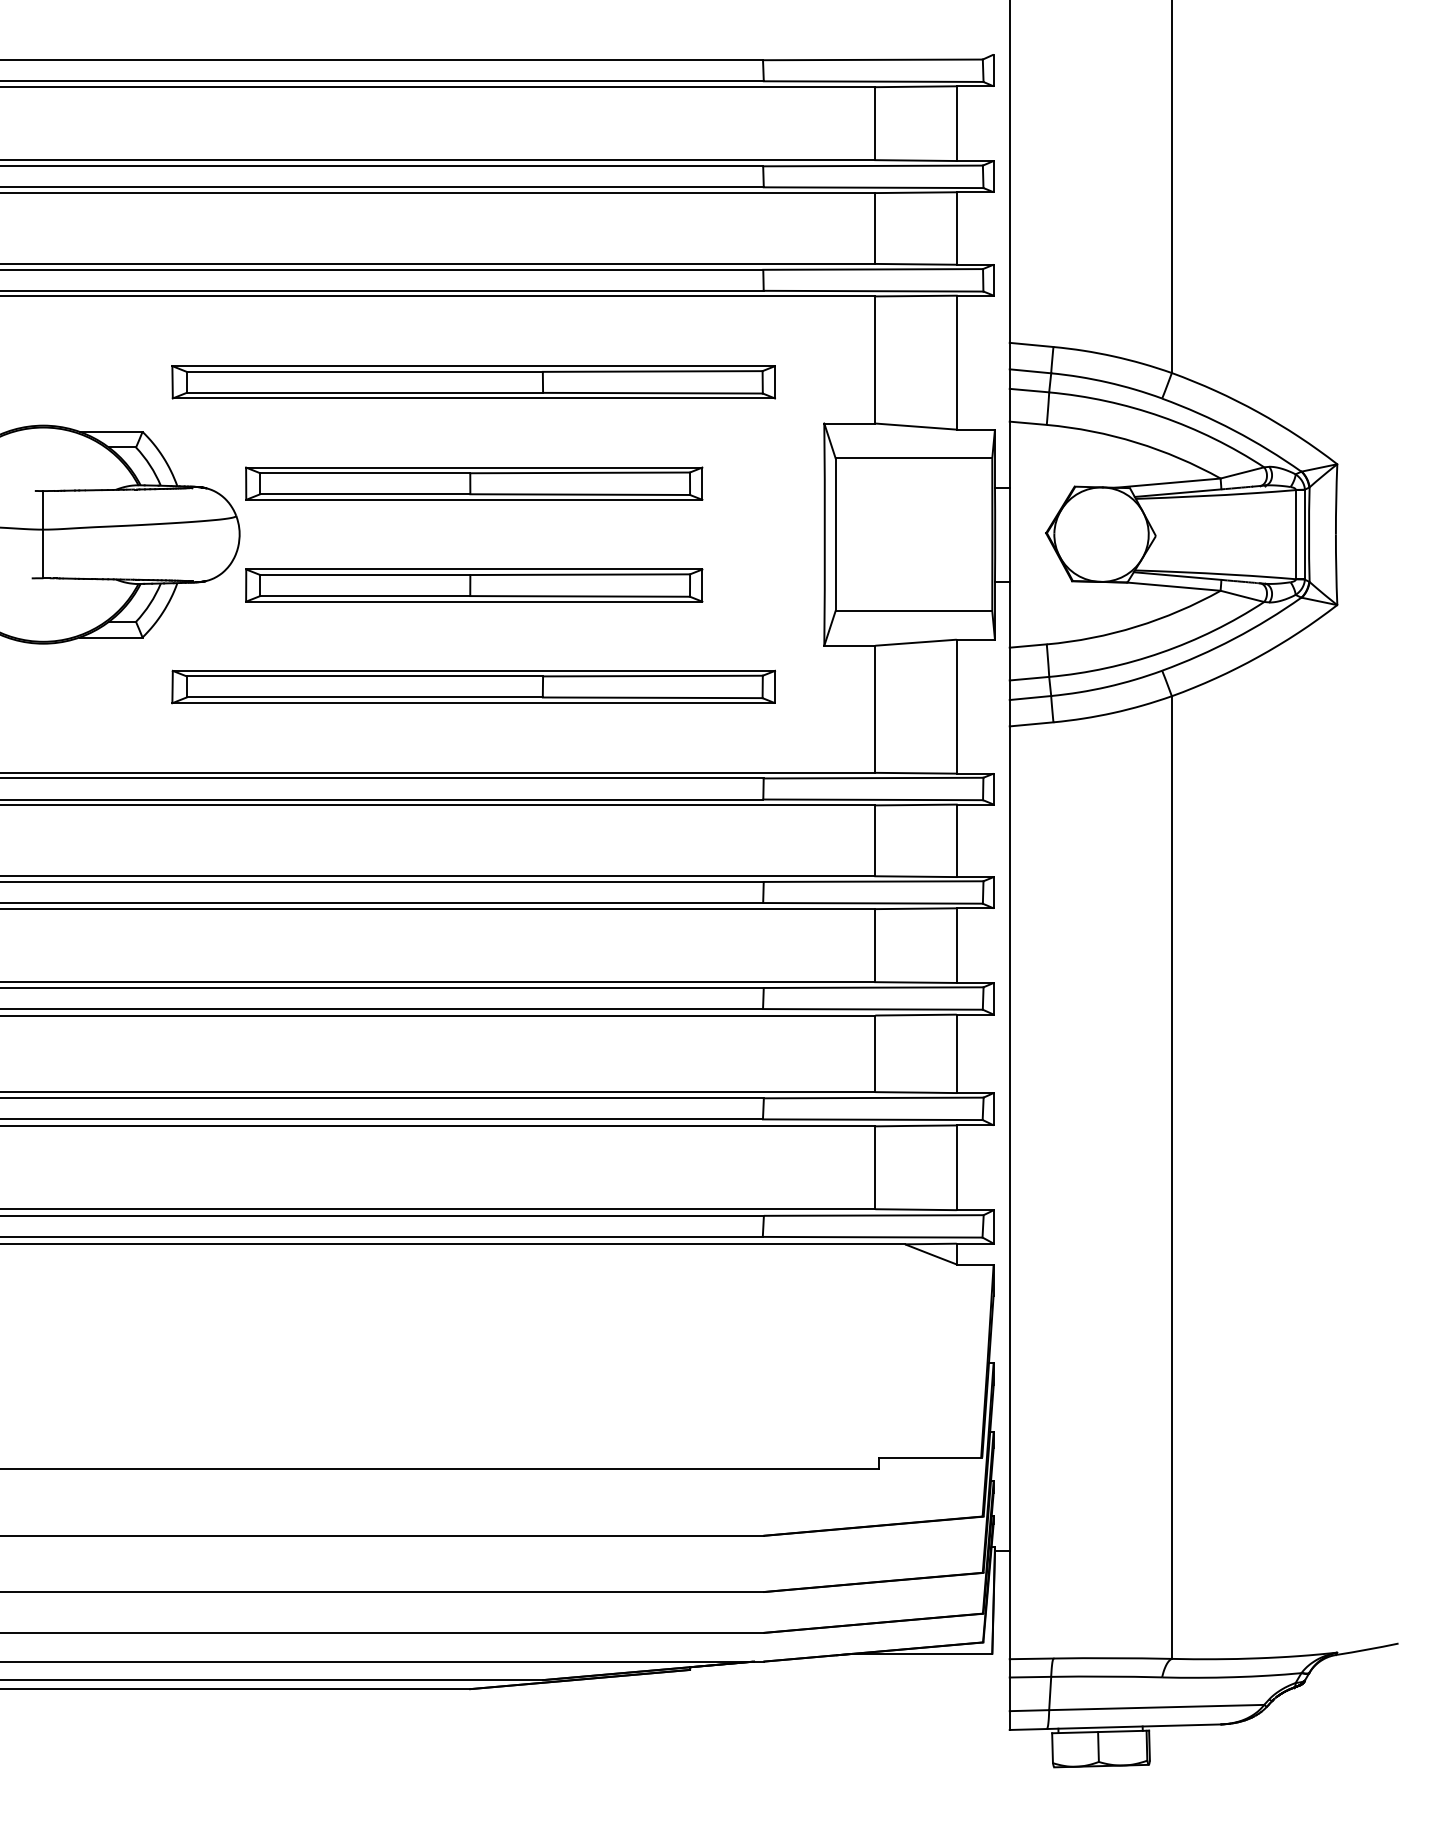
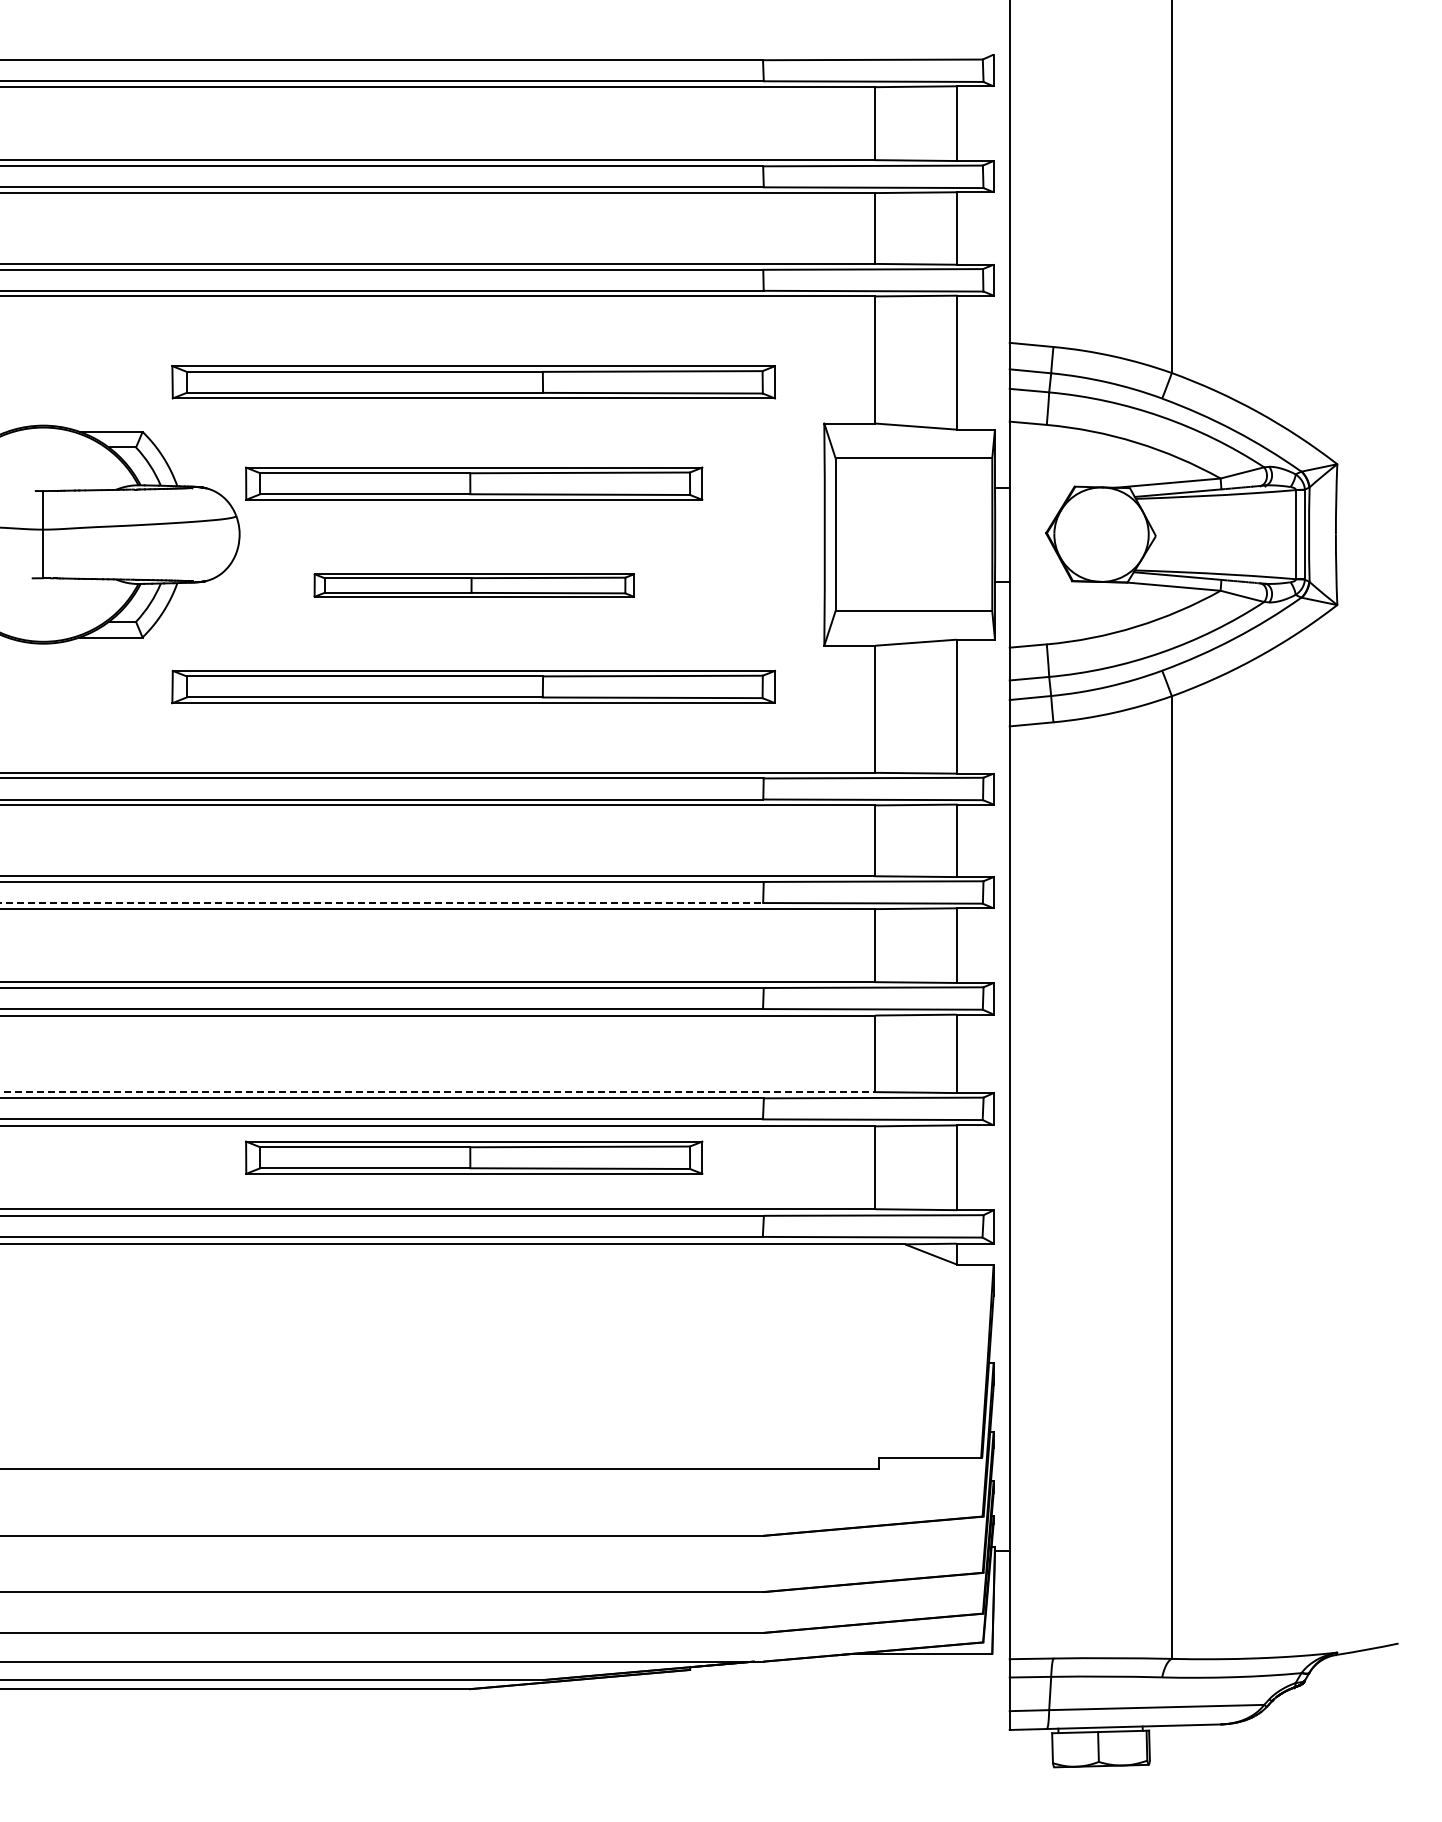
part at (474, 585) size: 459x35 px -> 322x25 px
line at (382, 903): solid -> dashed
line at (438, 1092): solid -> dashed
part at (474, 1157): none -> present
